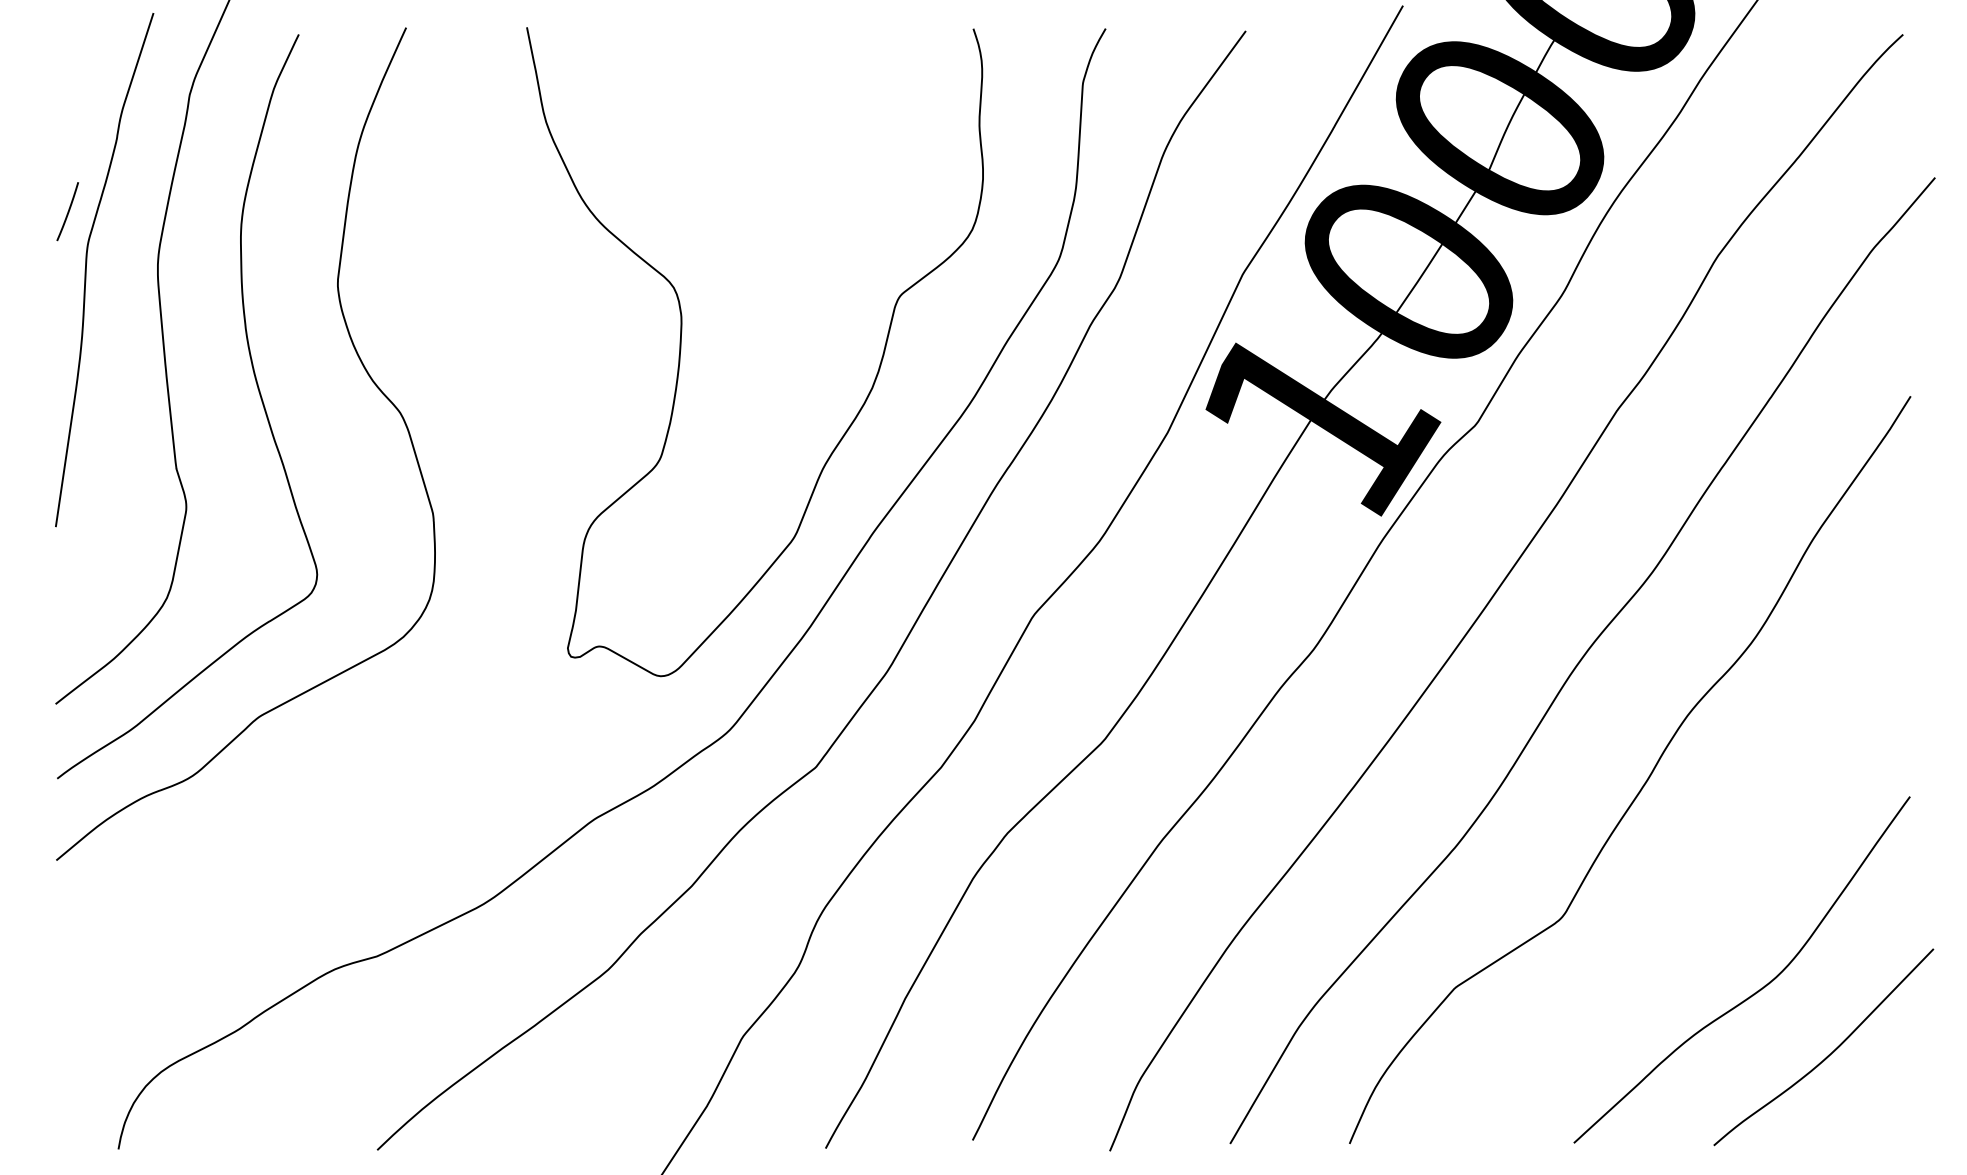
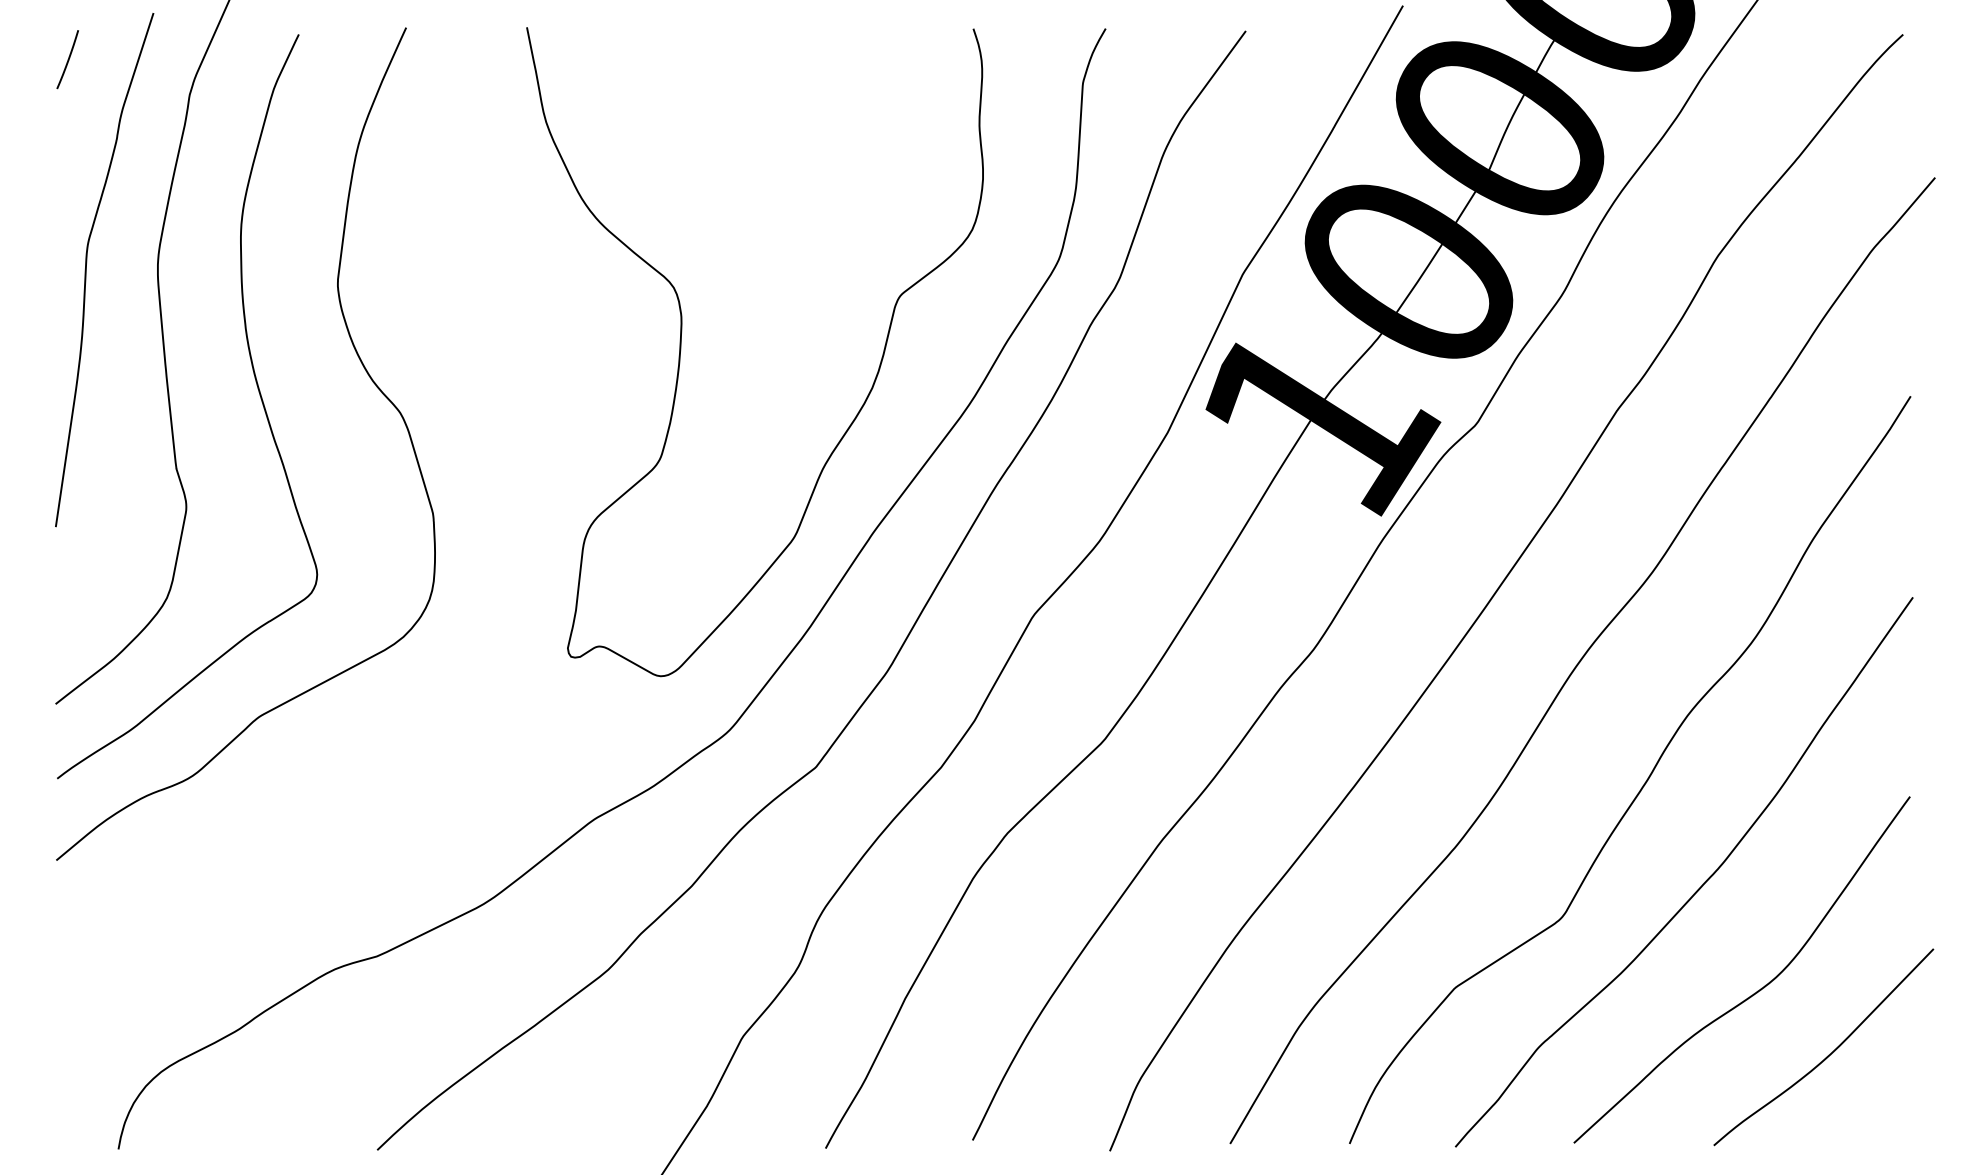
line at (67, 211) position: (67, 211) -> (67, 59)
curve at (1699, 887): none -> present
